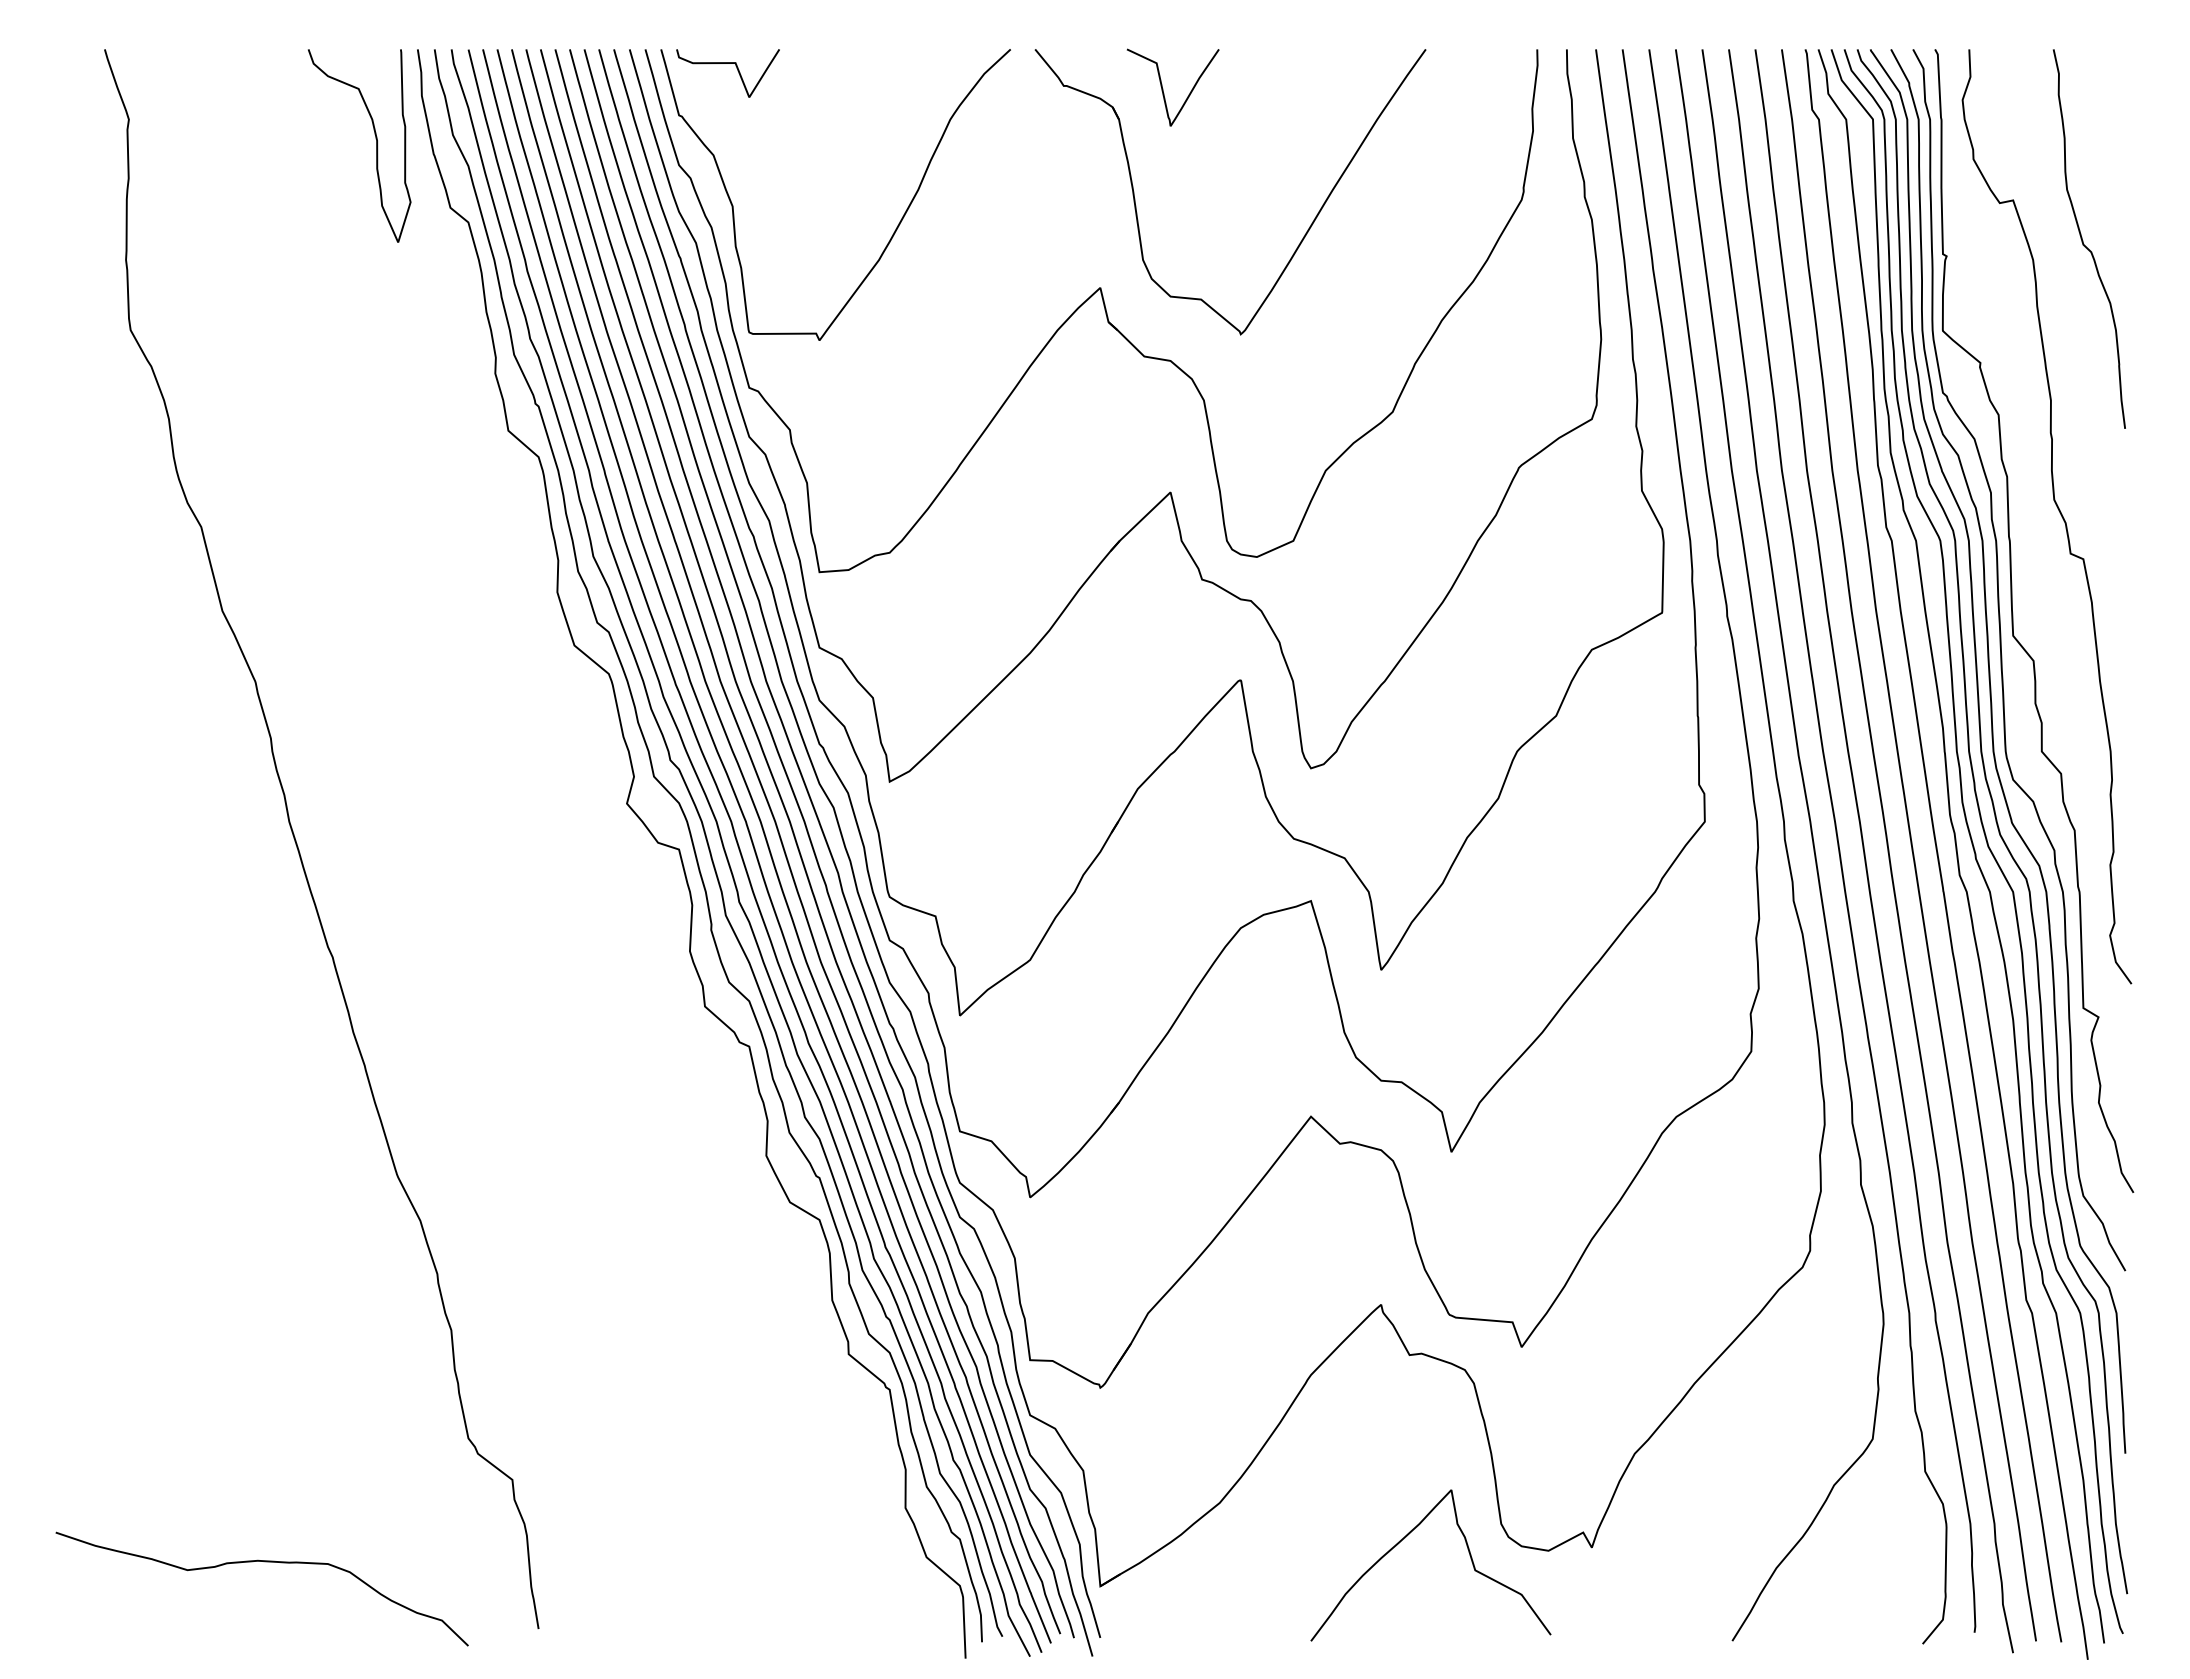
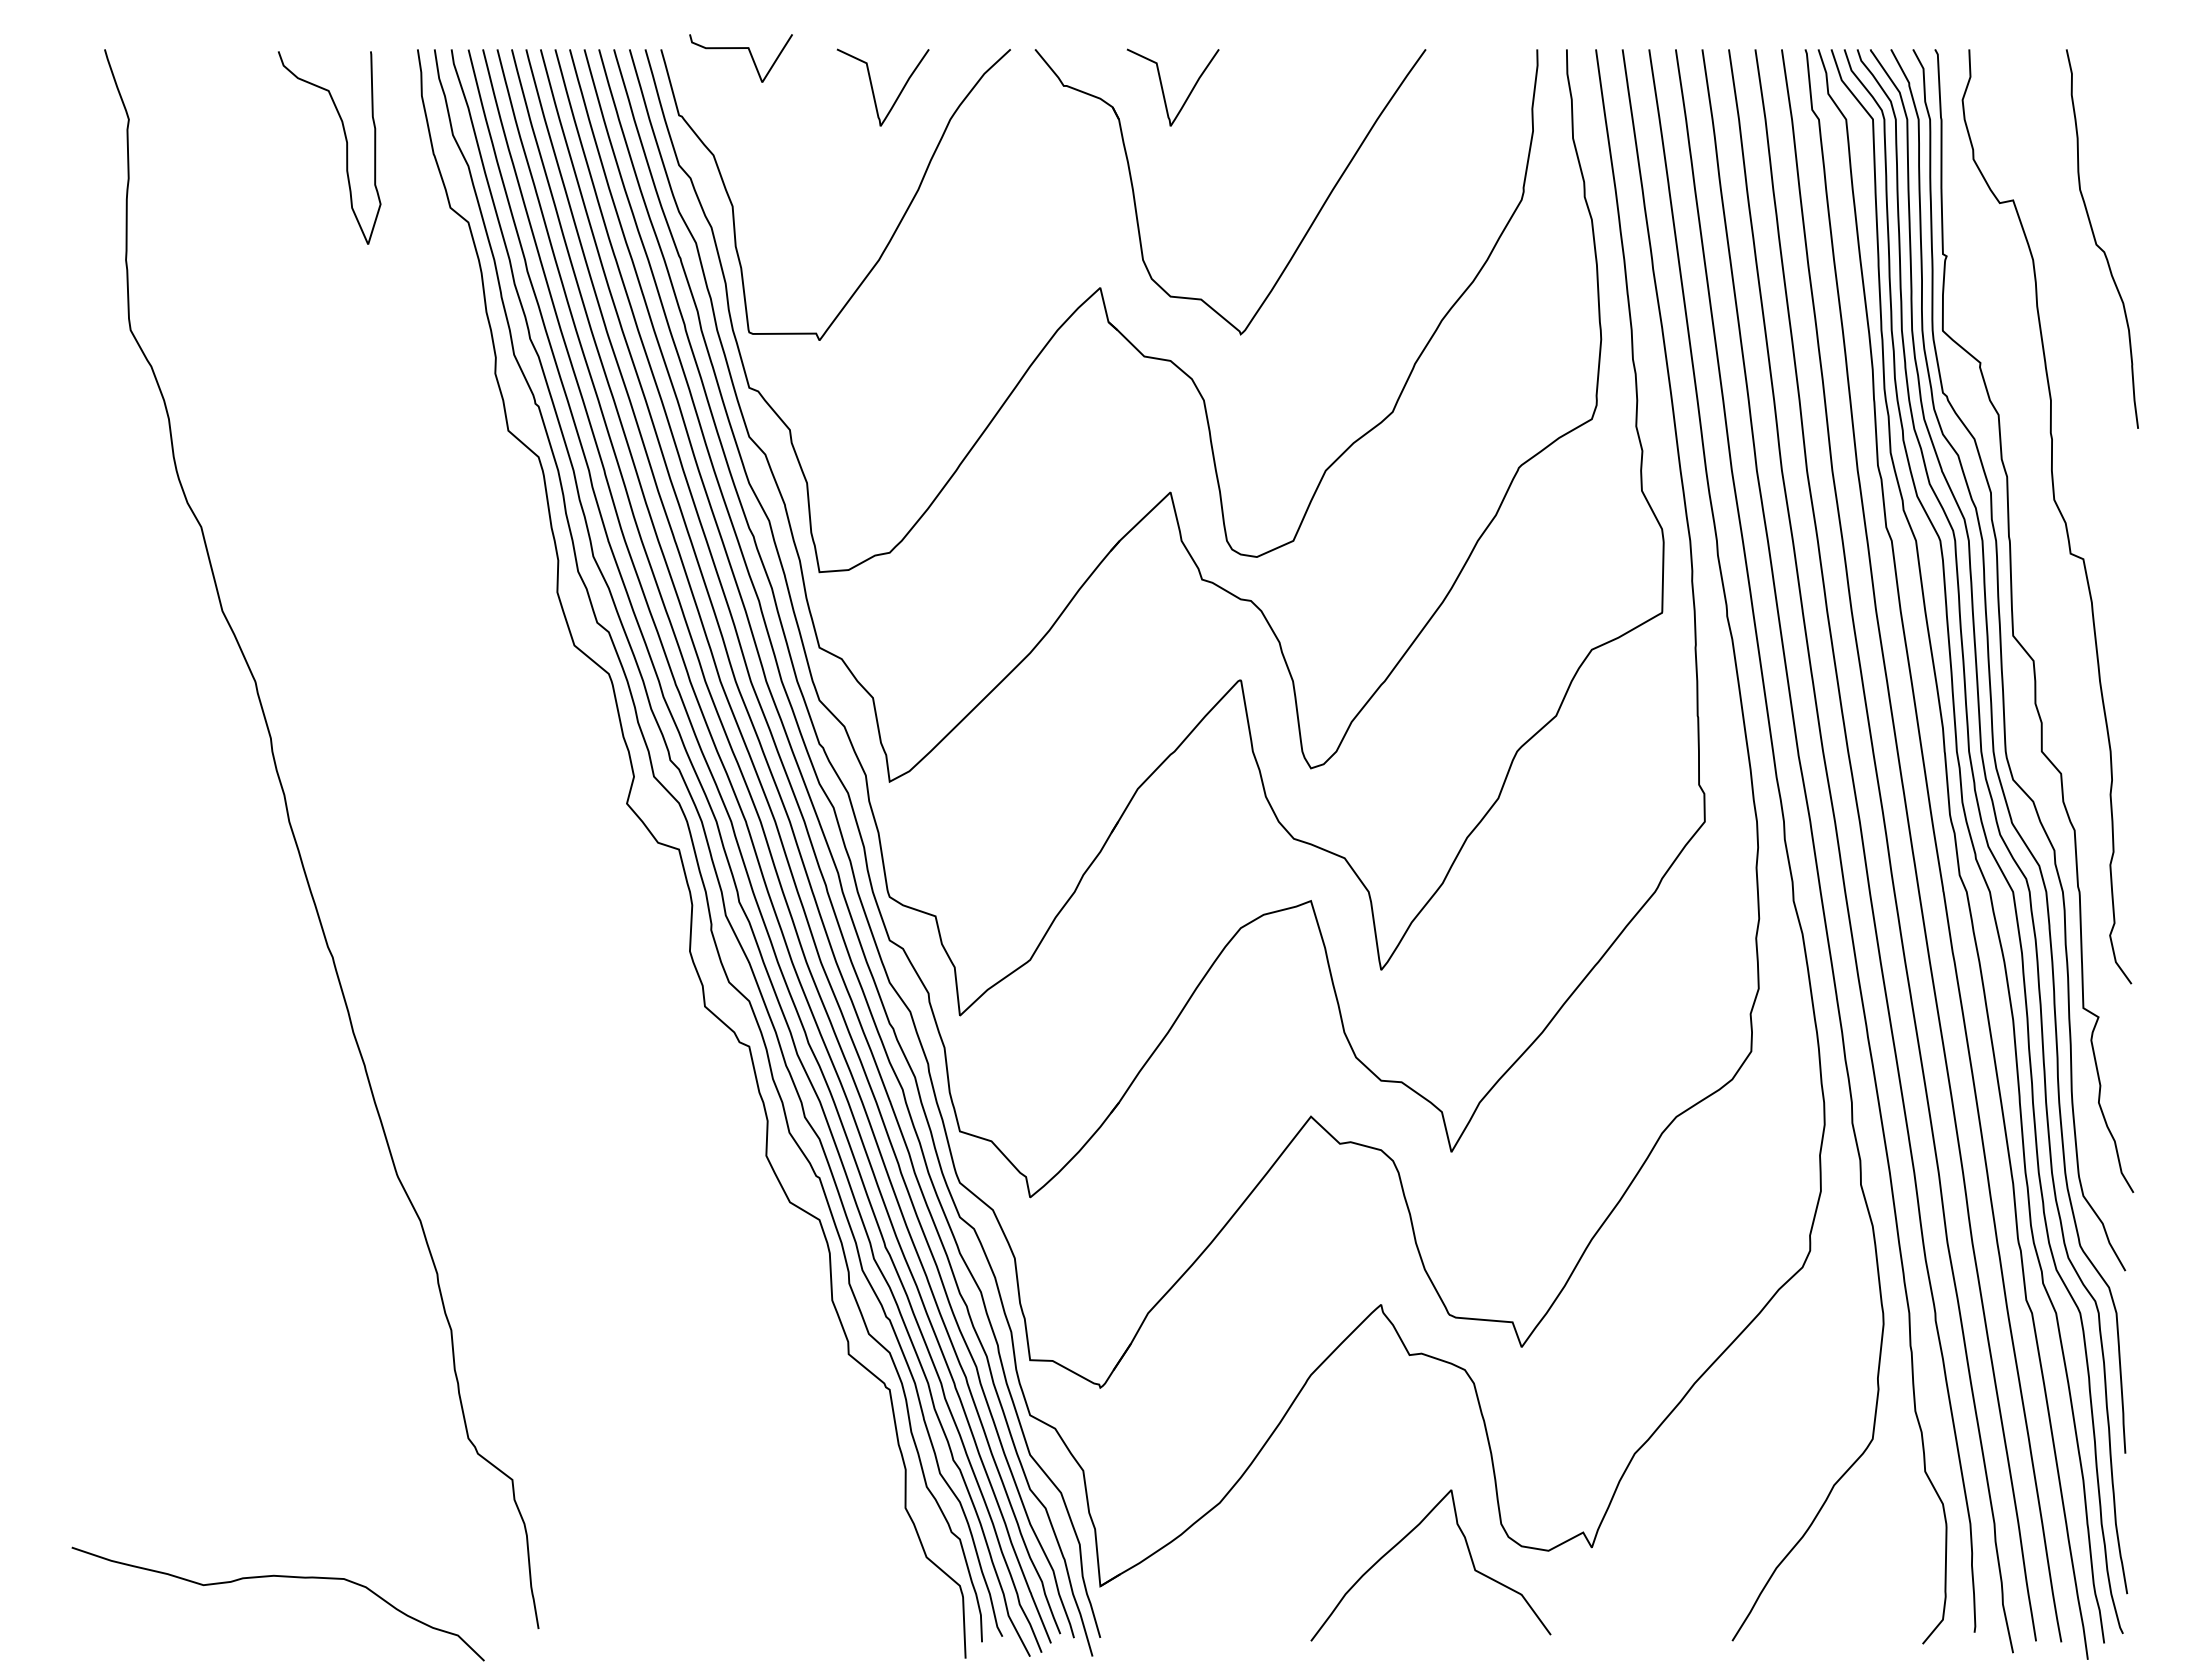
curve at (727, 63) position: (727, 63) -> (740, 48)
curve at (873, 88): none -> present
curve at (376, 145) position: (376, 145) -> (346, 147)
curve at (2083, 240) position: (2083, 240) -> (2096, 240)
curve at (264, 1562) position: (264, 1562) -> (280, 1577)
